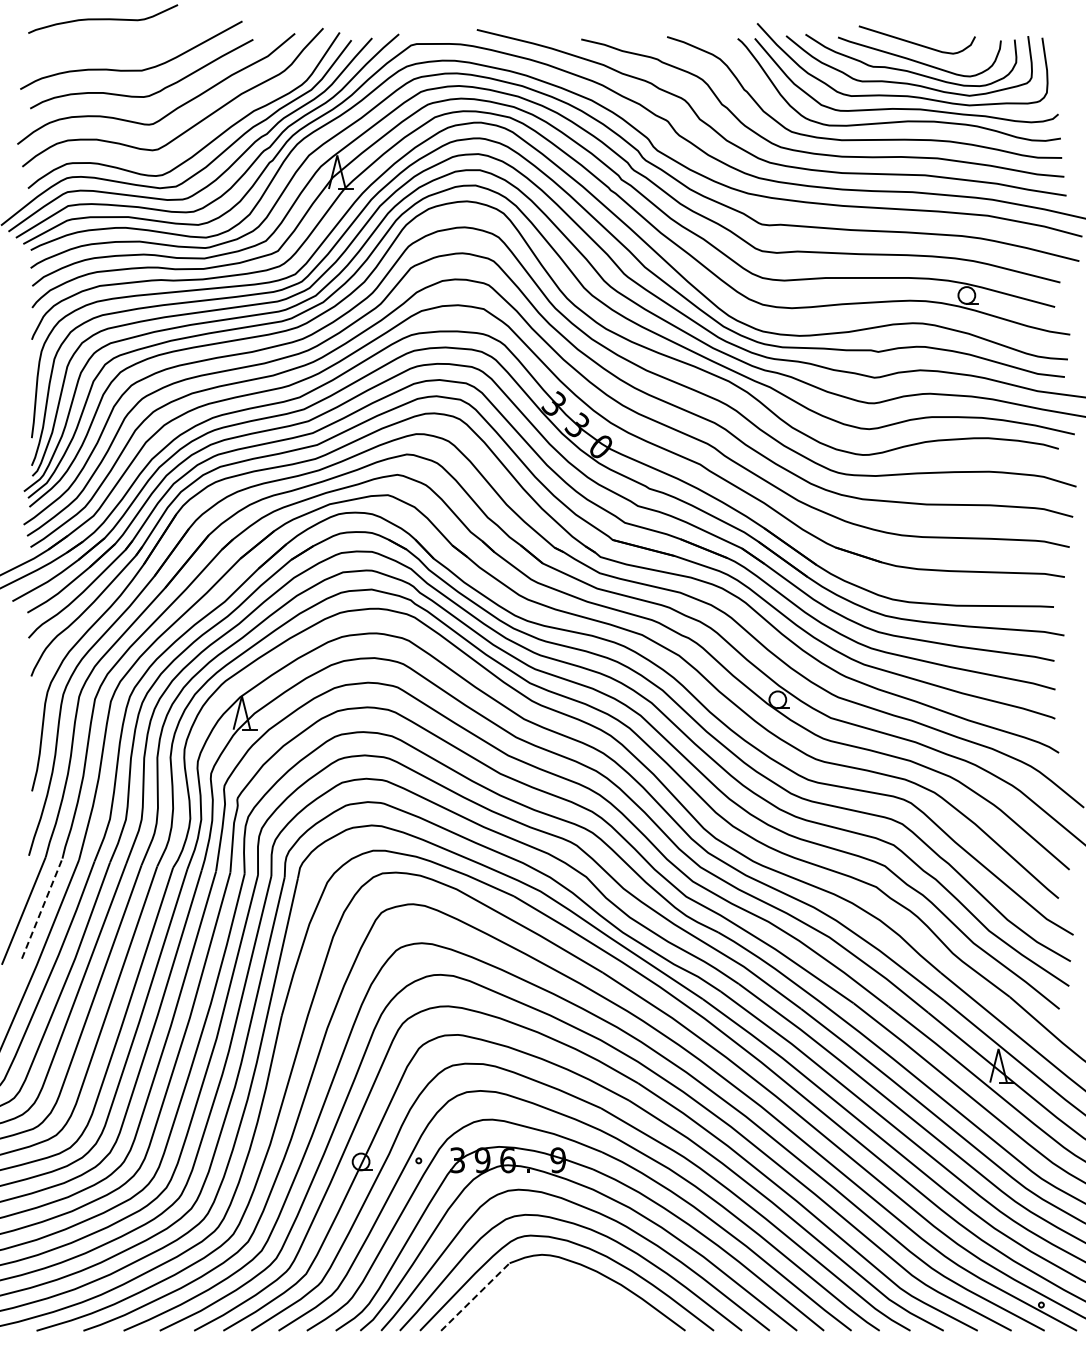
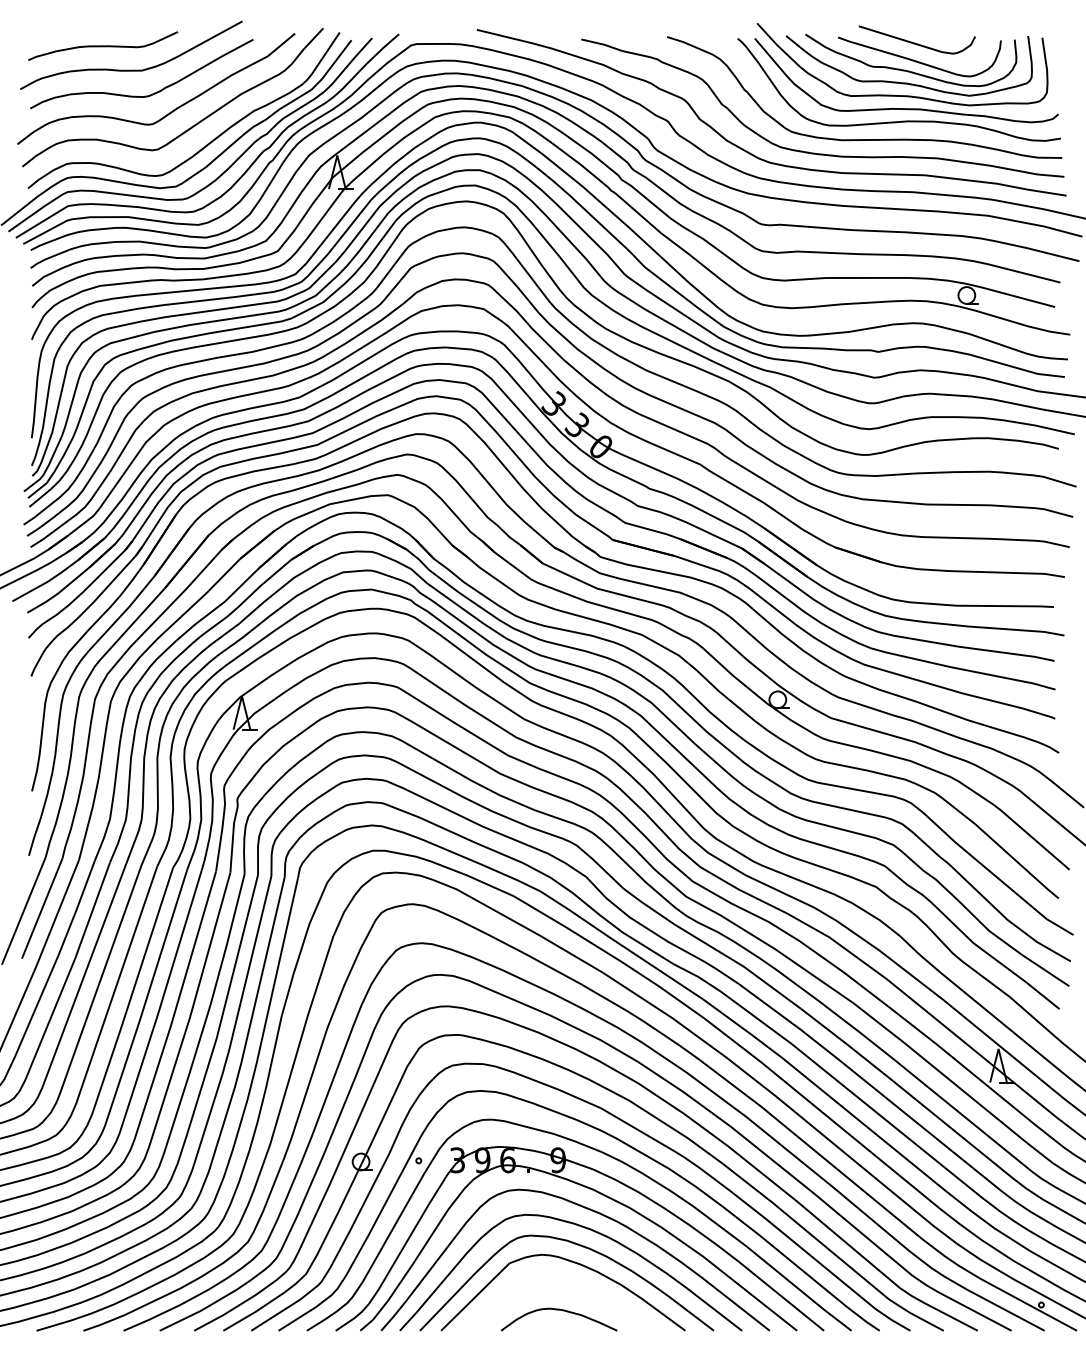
curve at (103, 18) position: (103, 18) -> (103, 45)
line at (42, 908): dashed -> solid
line at (475, 1296): dashed -> solid
curve at (558, 1310): none -> present
